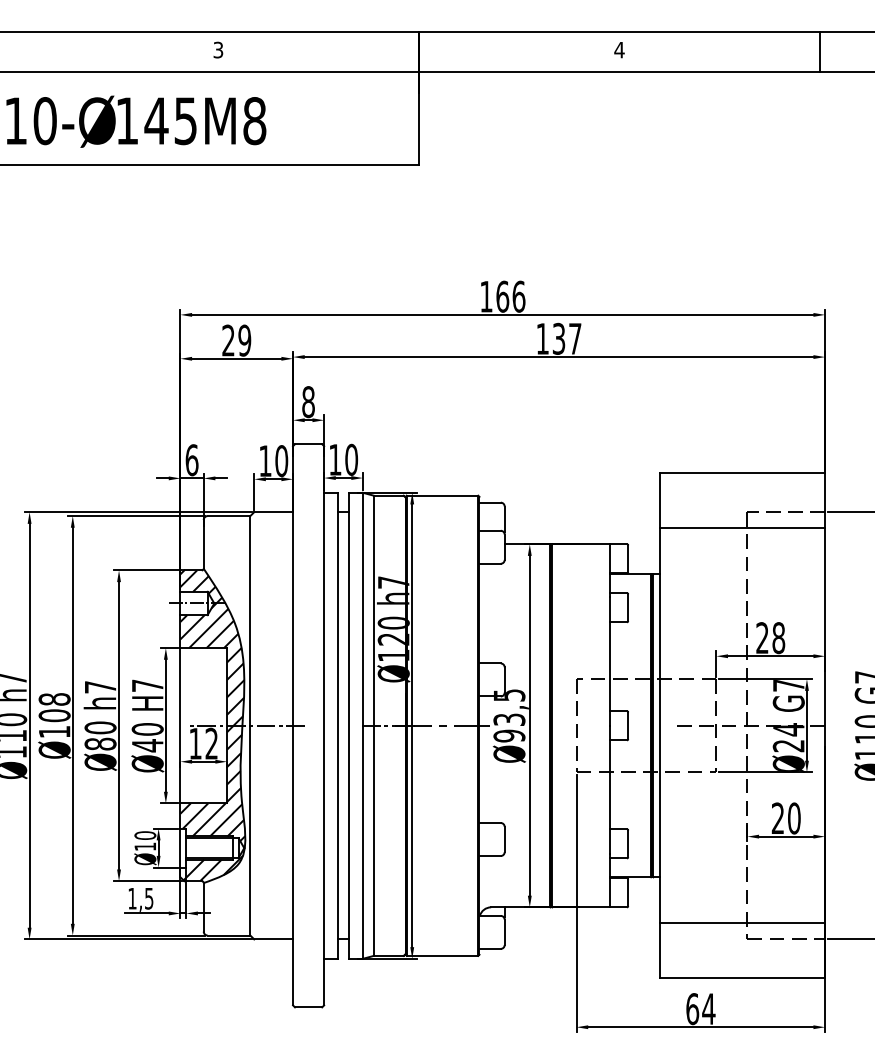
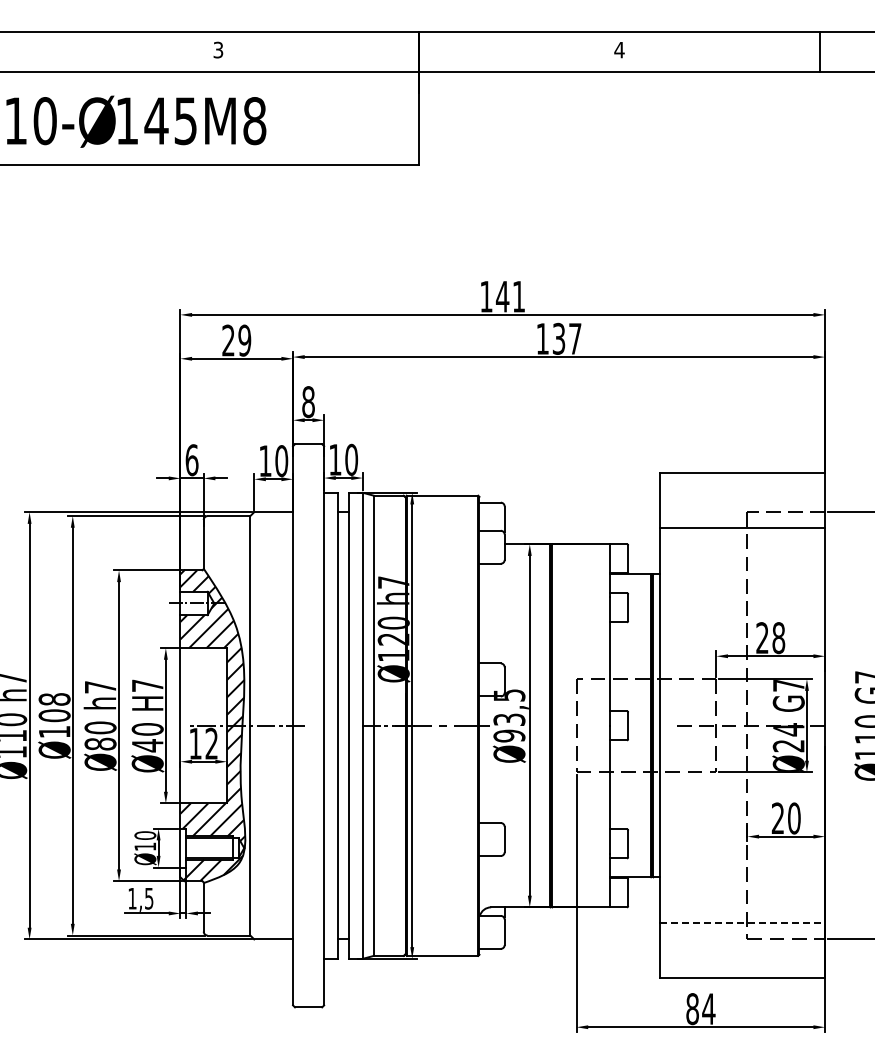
text at (510, 296): 166 -> 141
line at (742, 923): solid -> dashed
text at (692, 1008): 64 -> 84
